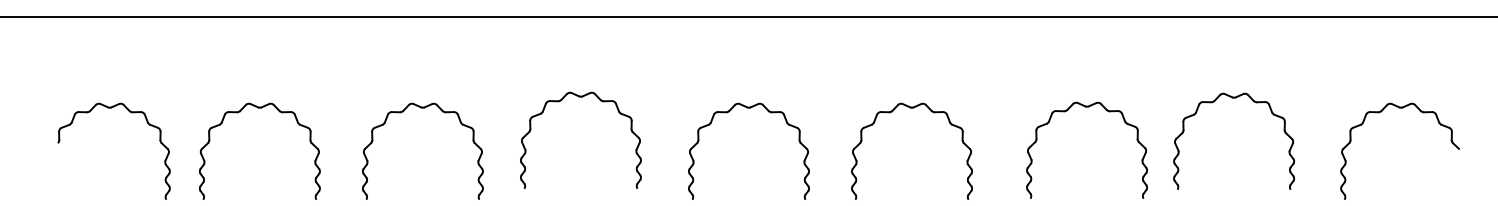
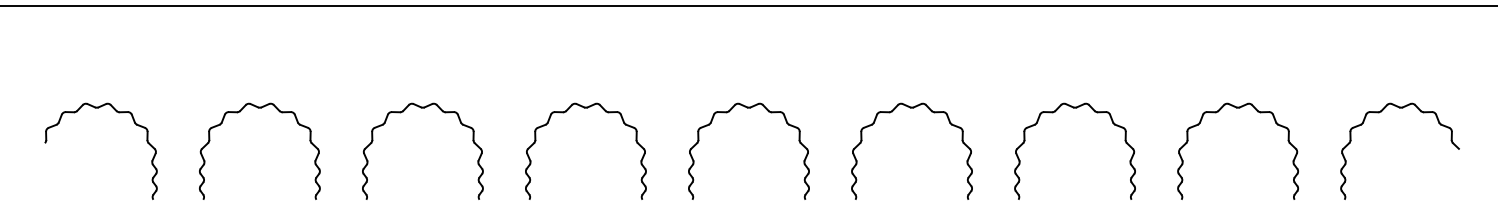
line at (748, 17) position: (748, 17) -> (748, 6)
part at (580, 97) position: (580, 97) -> (585, 108)
part at (1233, 98) position: (1233, 98) -> (1237, 108)
part at (1086, 107) position: (1086, 107) -> (1074, 108)
part at (131, 113) position: (131, 113) -> (118, 113)
